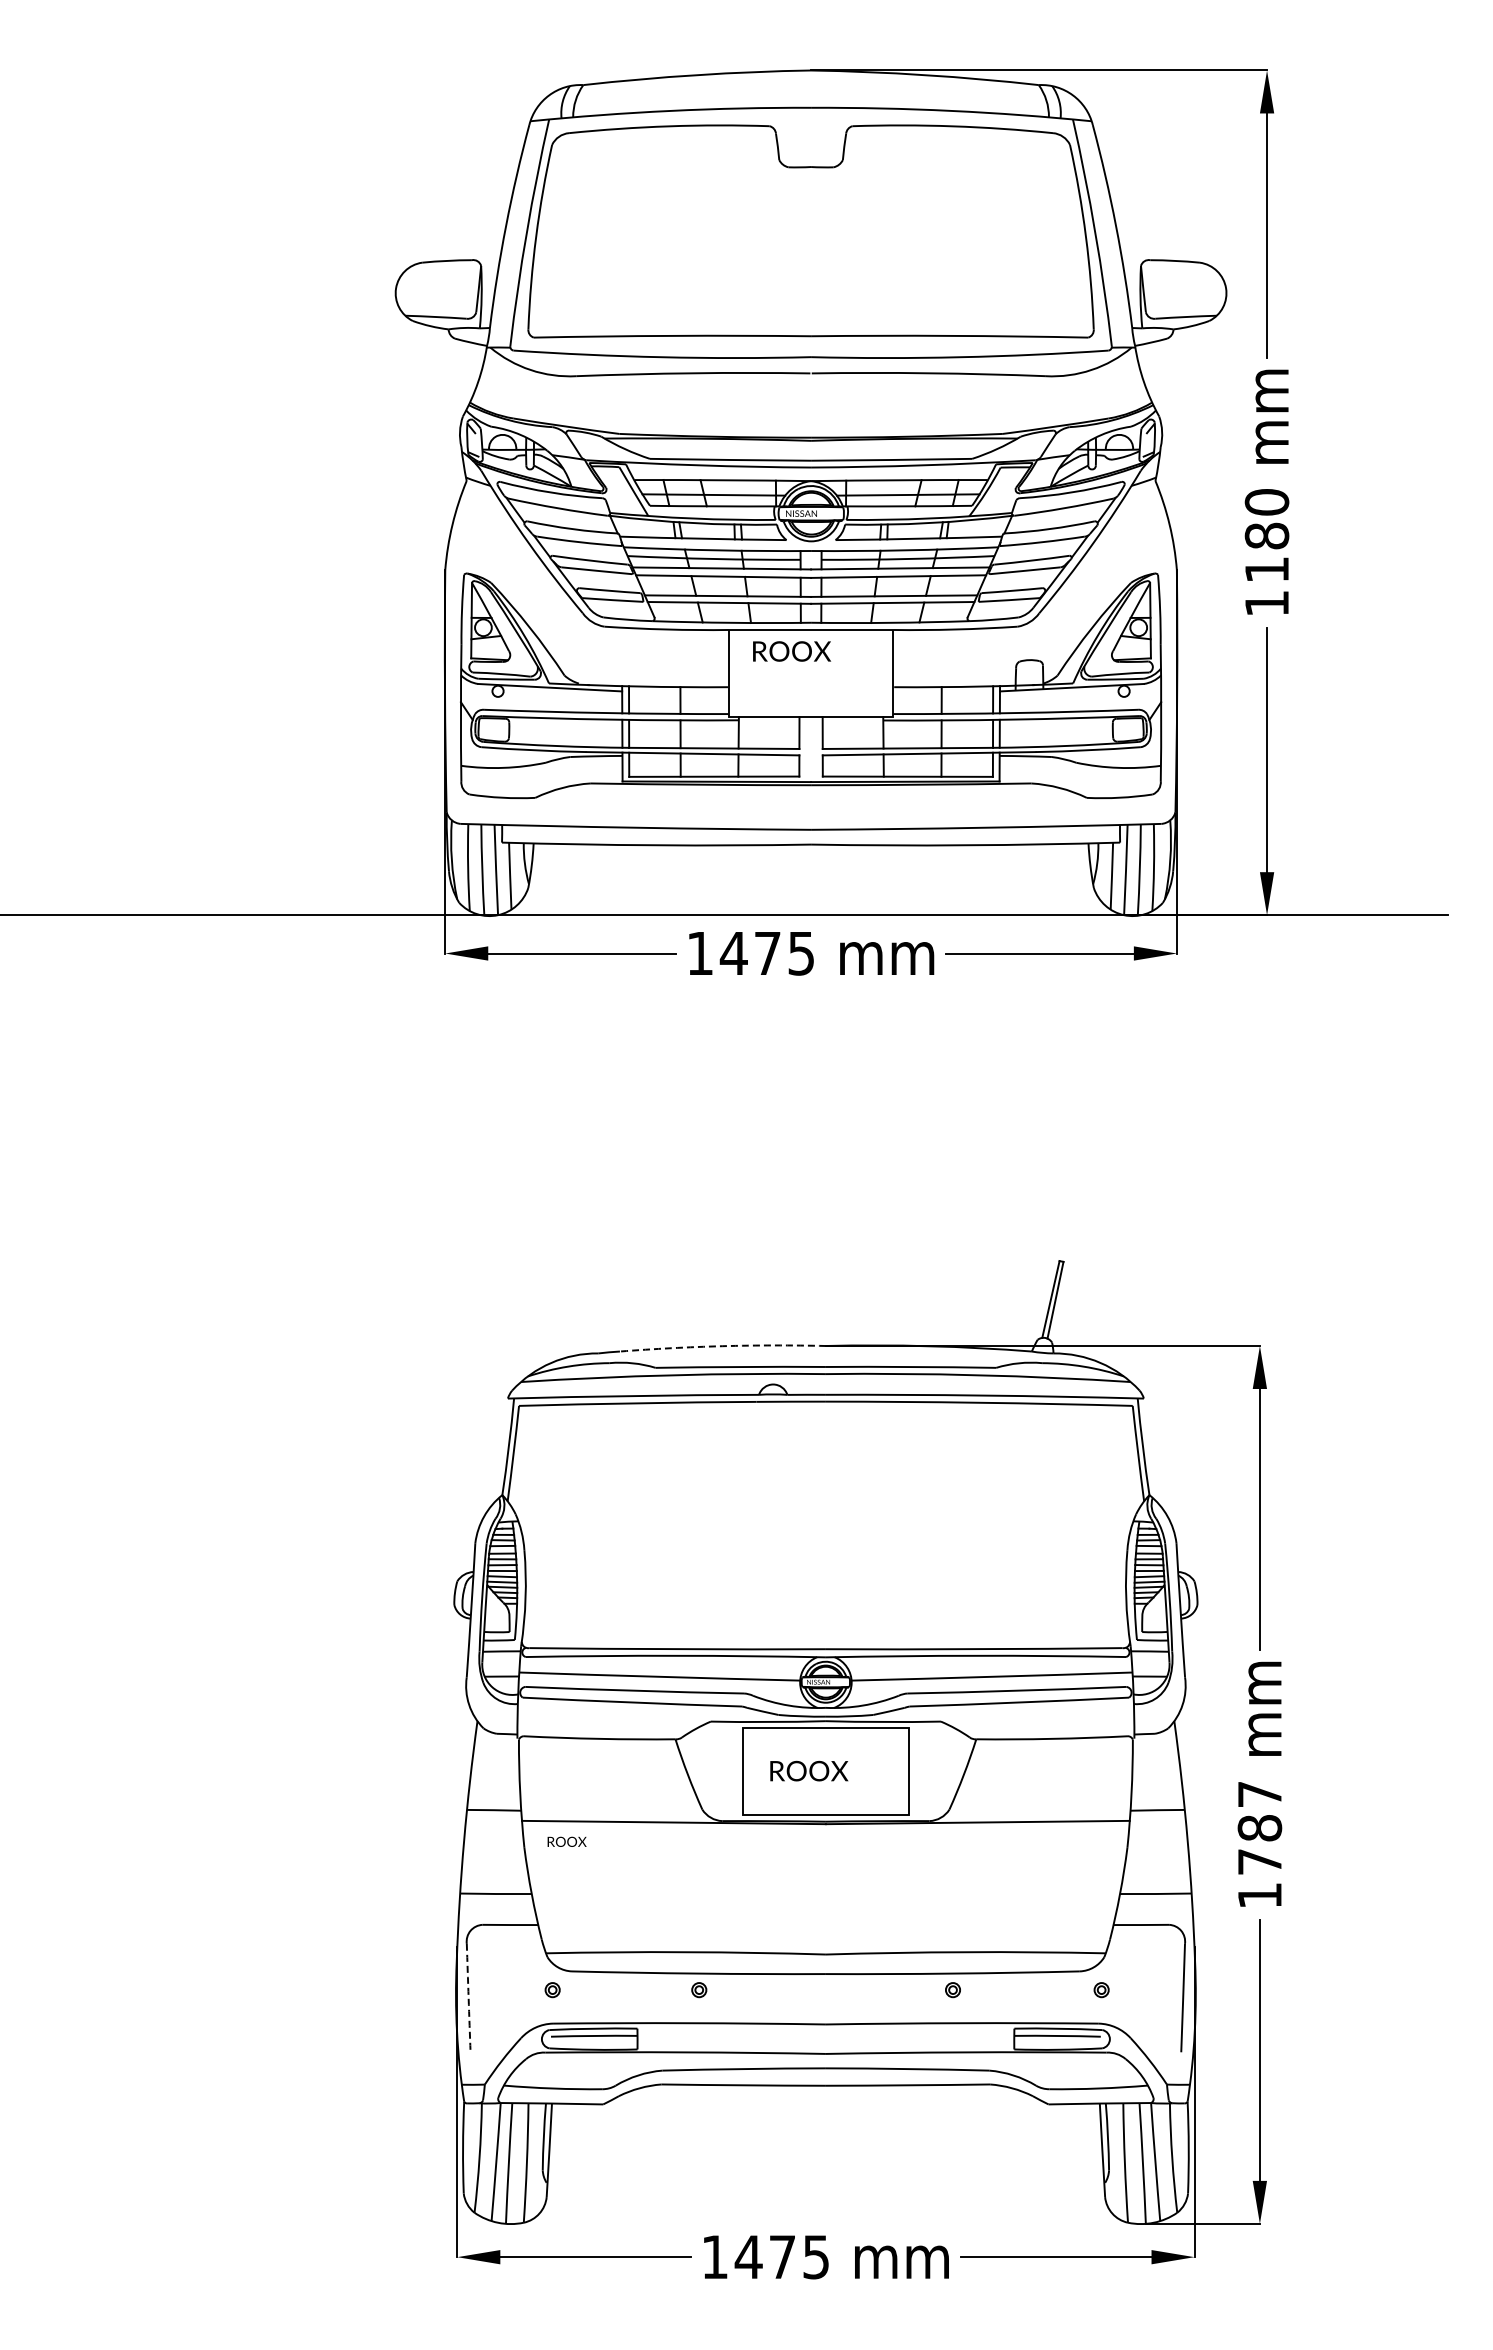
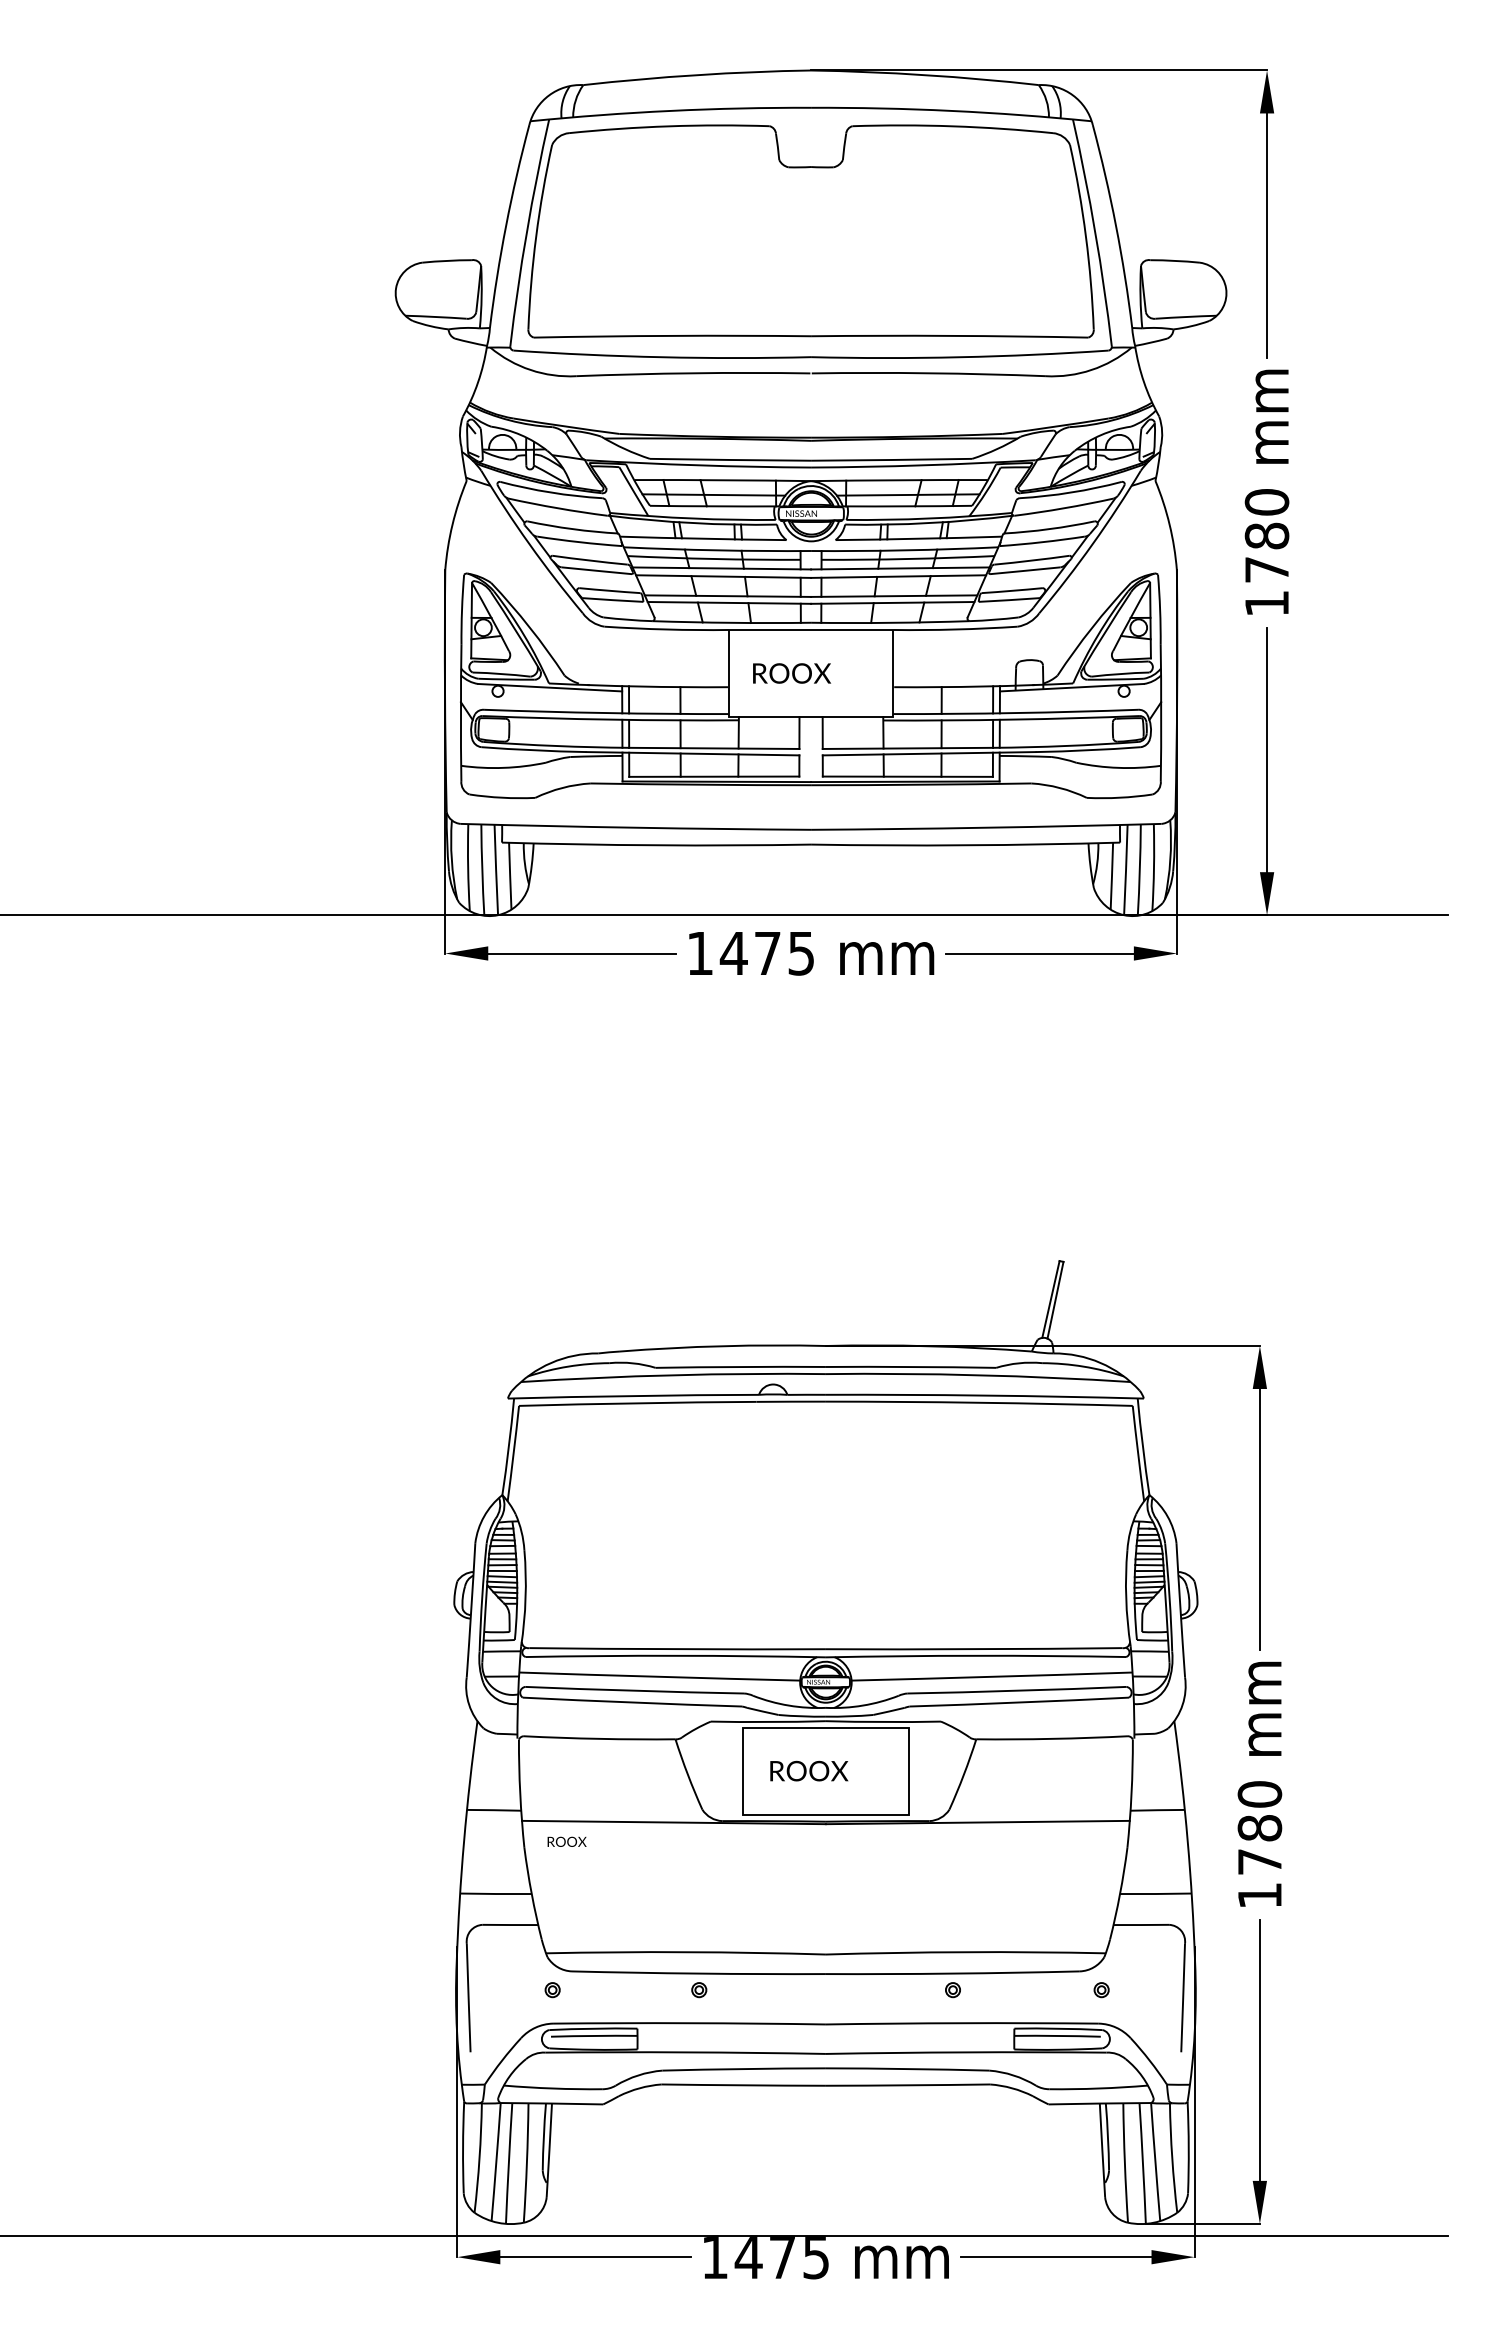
text at (1266, 569): 1180 -> 1780
text at (791, 651) position: (791, 651) -> (791, 673)
arc at (722, 1346): dashed -> solid
text at (1259, 1794): 1787 -> 1780
arc at (468, 1998): dashed -> solid
line at (725, 2236): none -> present
